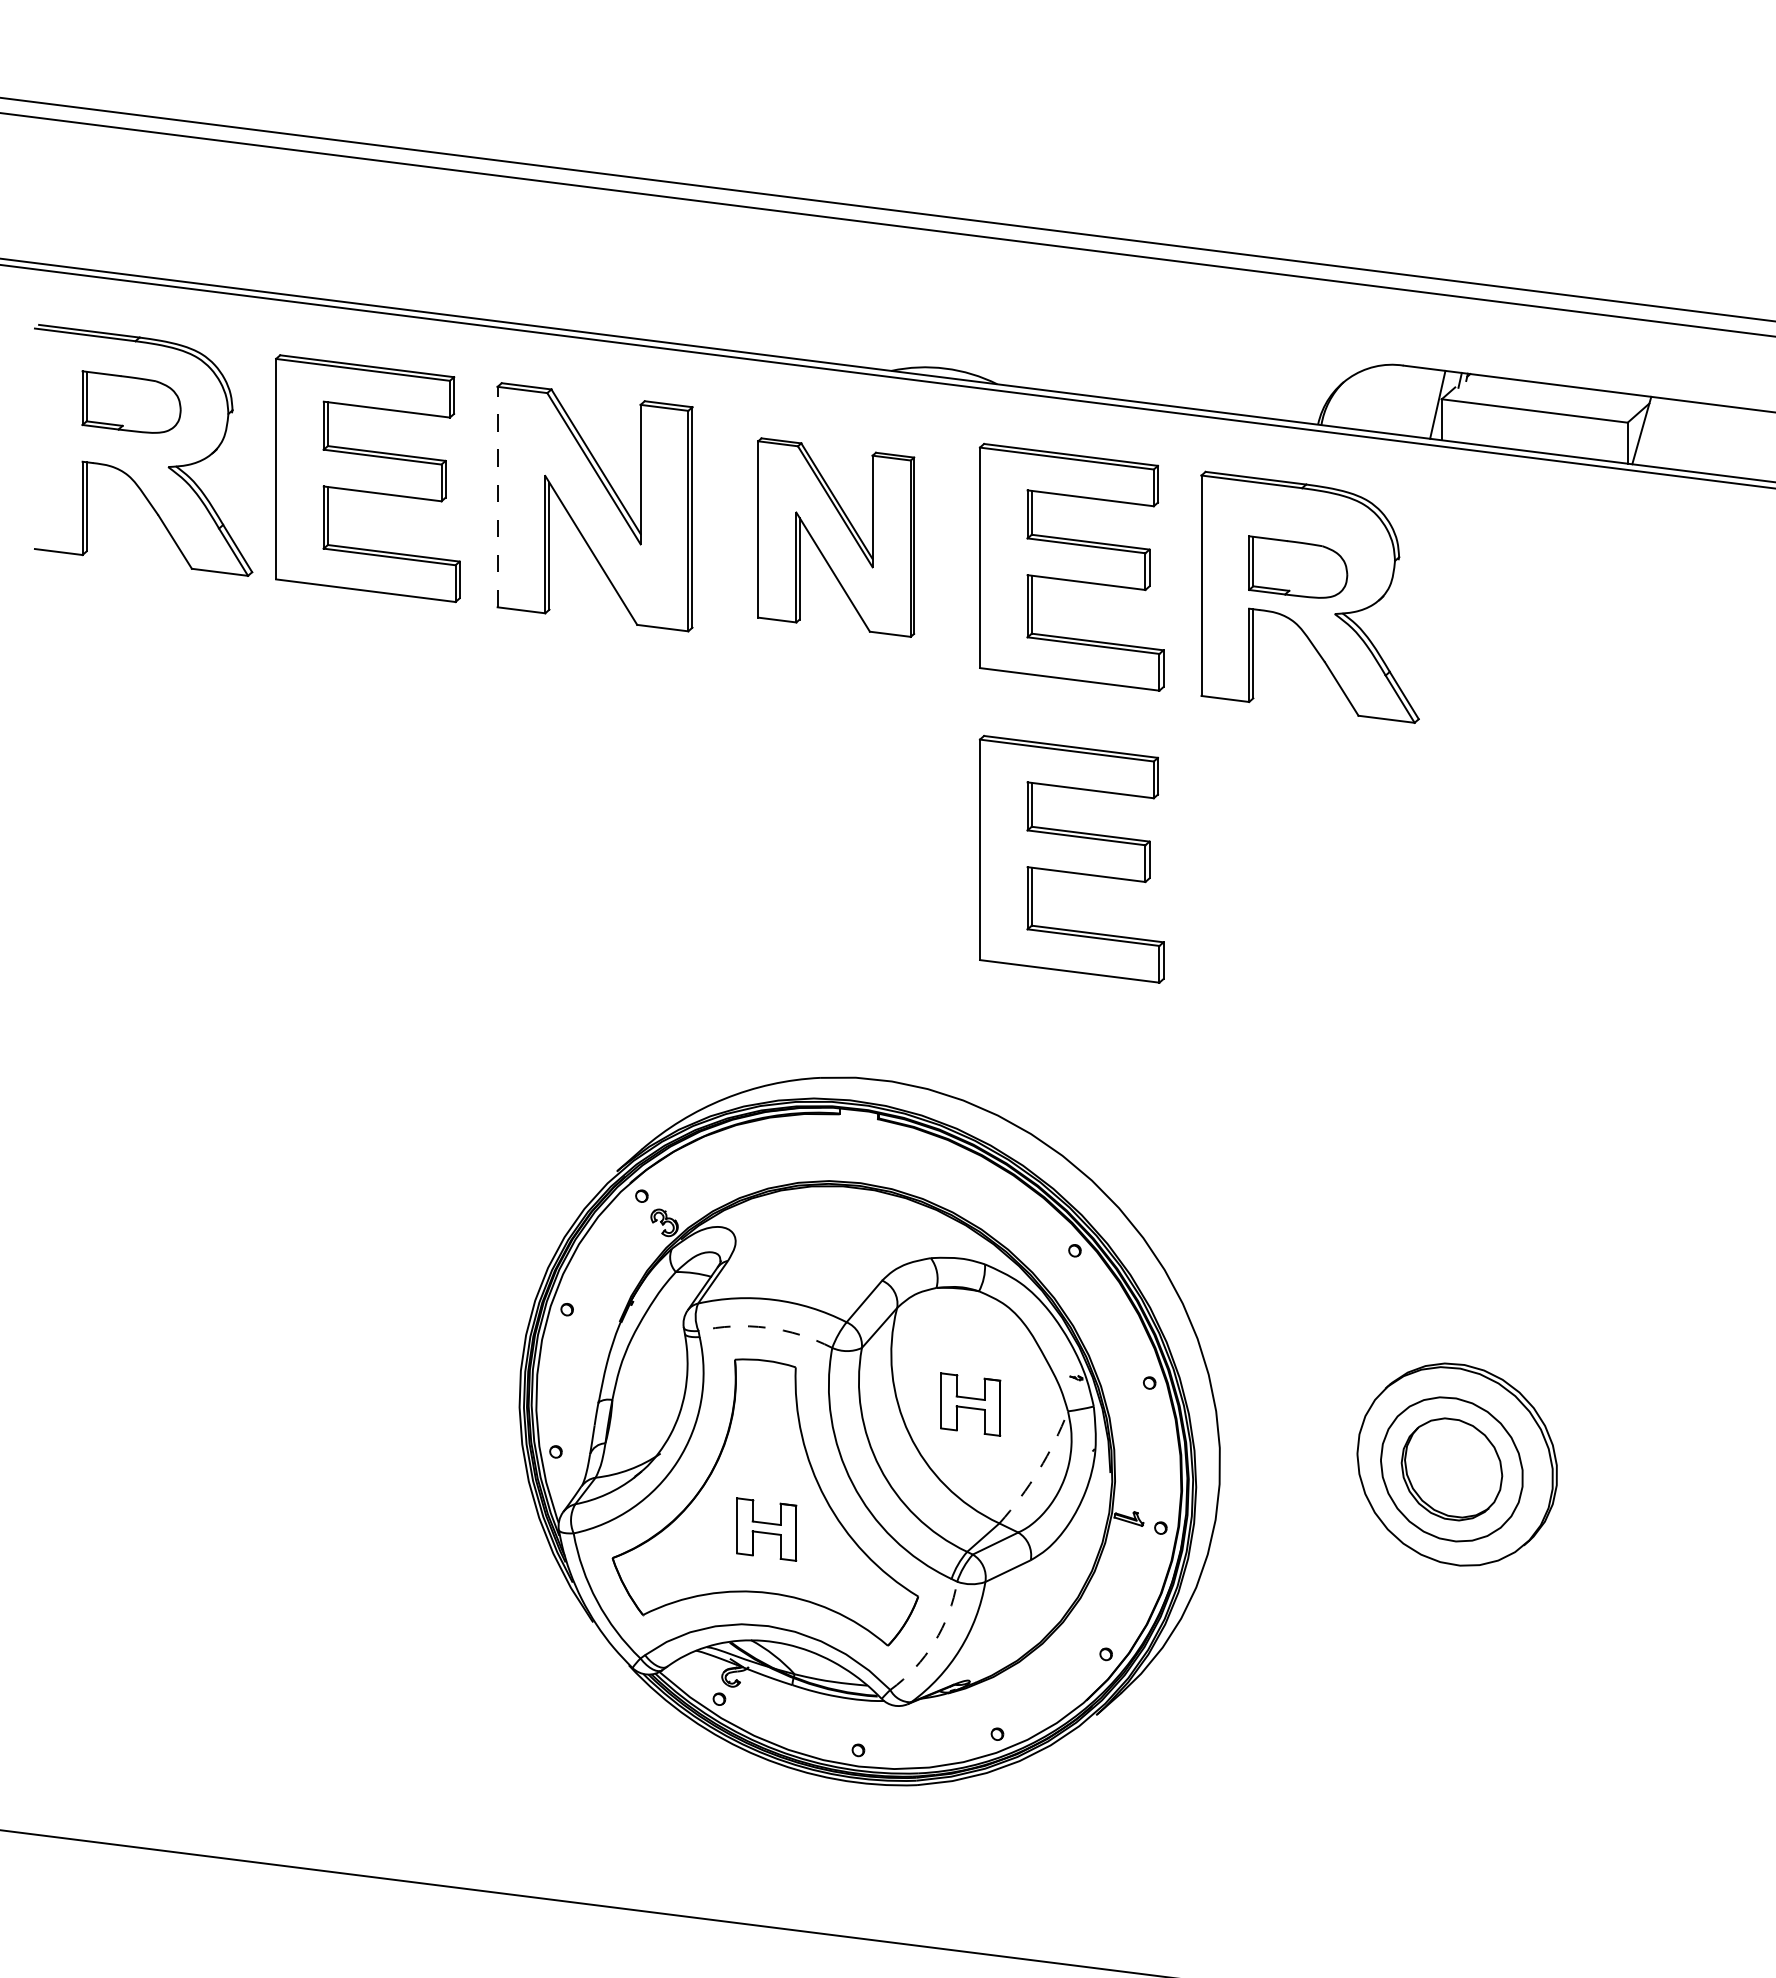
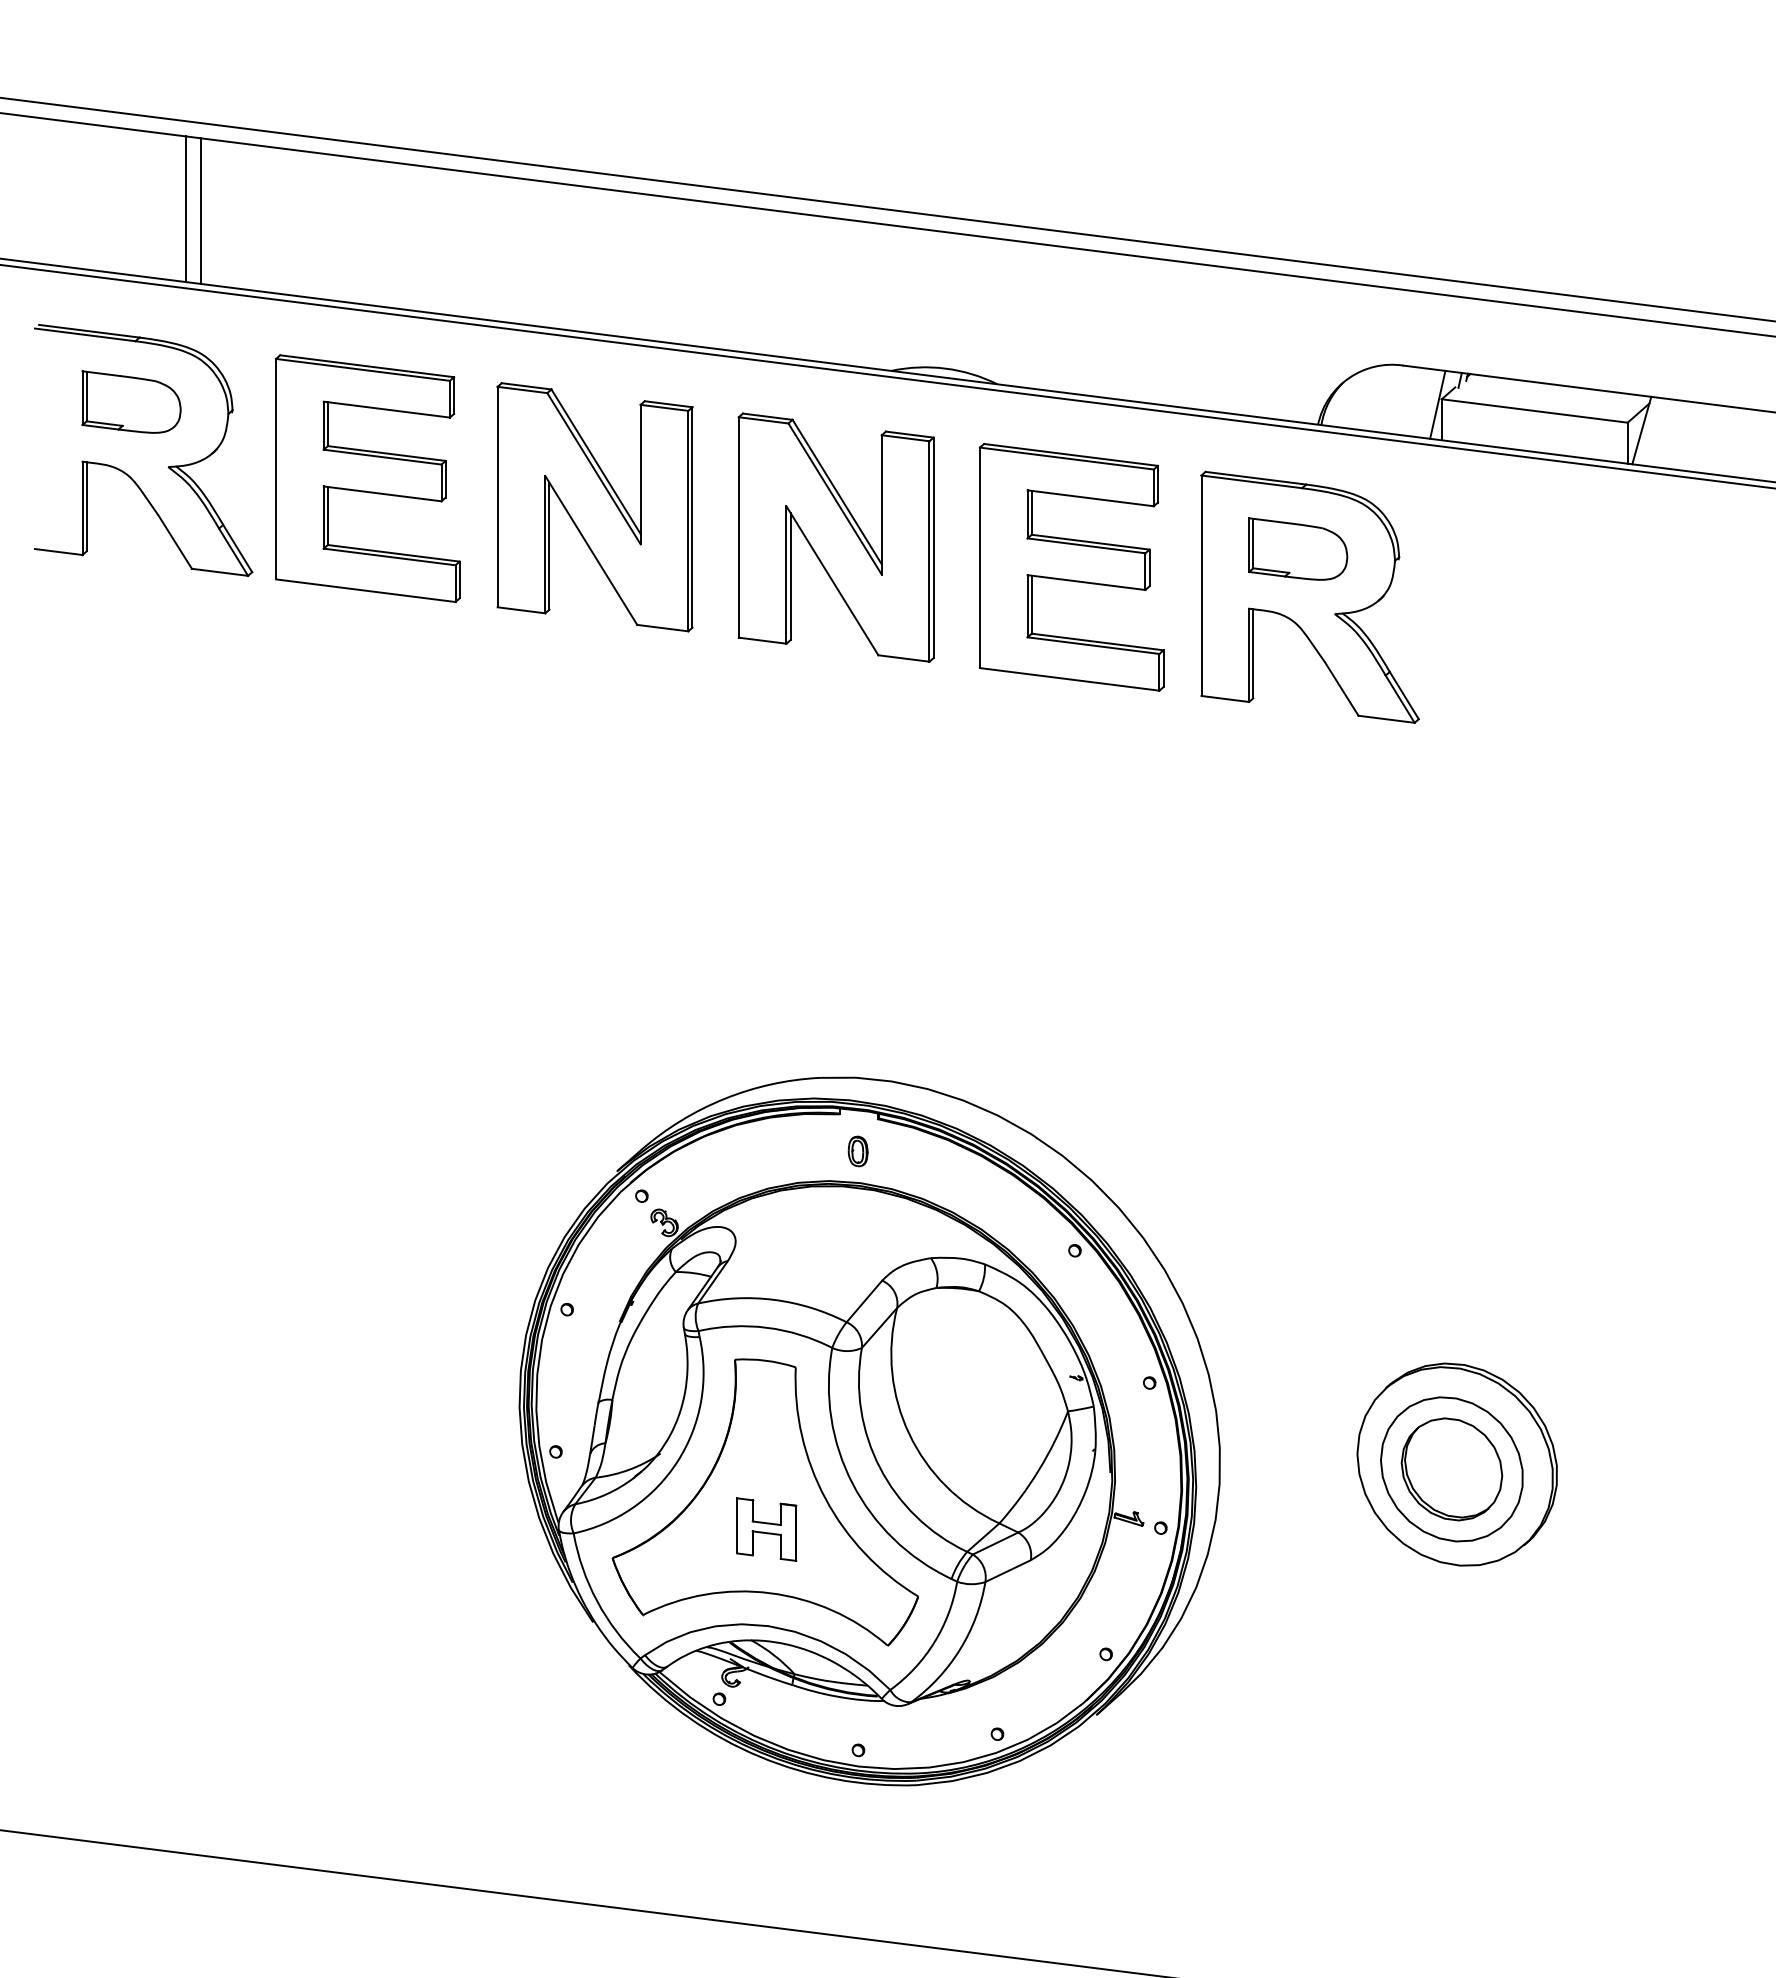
line at (185, 208): none -> present
line at (200, 210): none -> present
line at (497, 496): dashed -> solid
part at (836, 537) size: 159x201 px -> 198x251 px
part at (1298, 566) position: (1298, 566) -> (1298, 548)
part at (1071, 858): present -> none
part at (857, 1151): none -> present
arc at (766, 1327): dashed -> solid
part at (970, 1404): present -> none
arc at (1038, 1470): dashed -> solid
arc at (934, 1642): dashed -> solid
